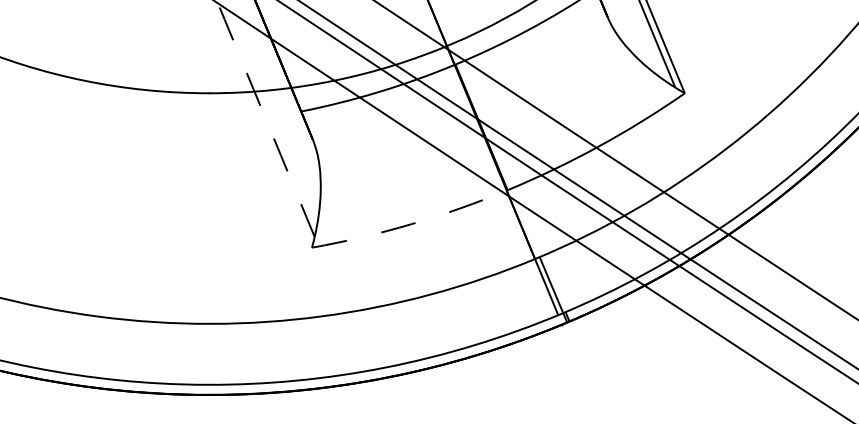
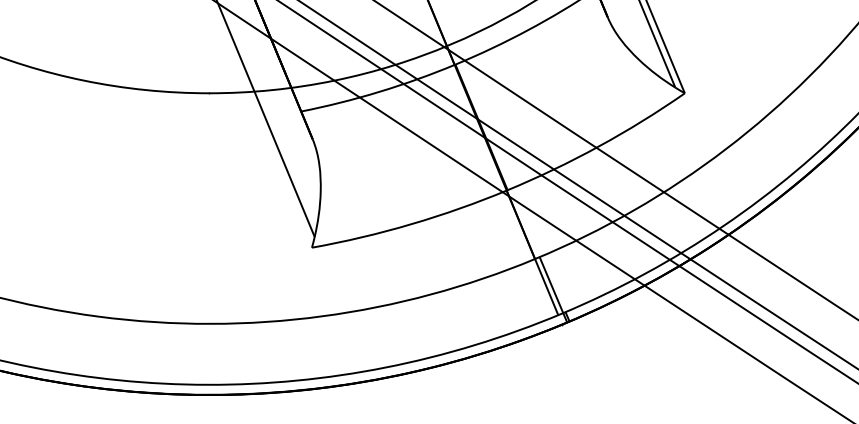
arc at (265, 118): dashed -> solid
arc at (411, 224): dashed -> solid
